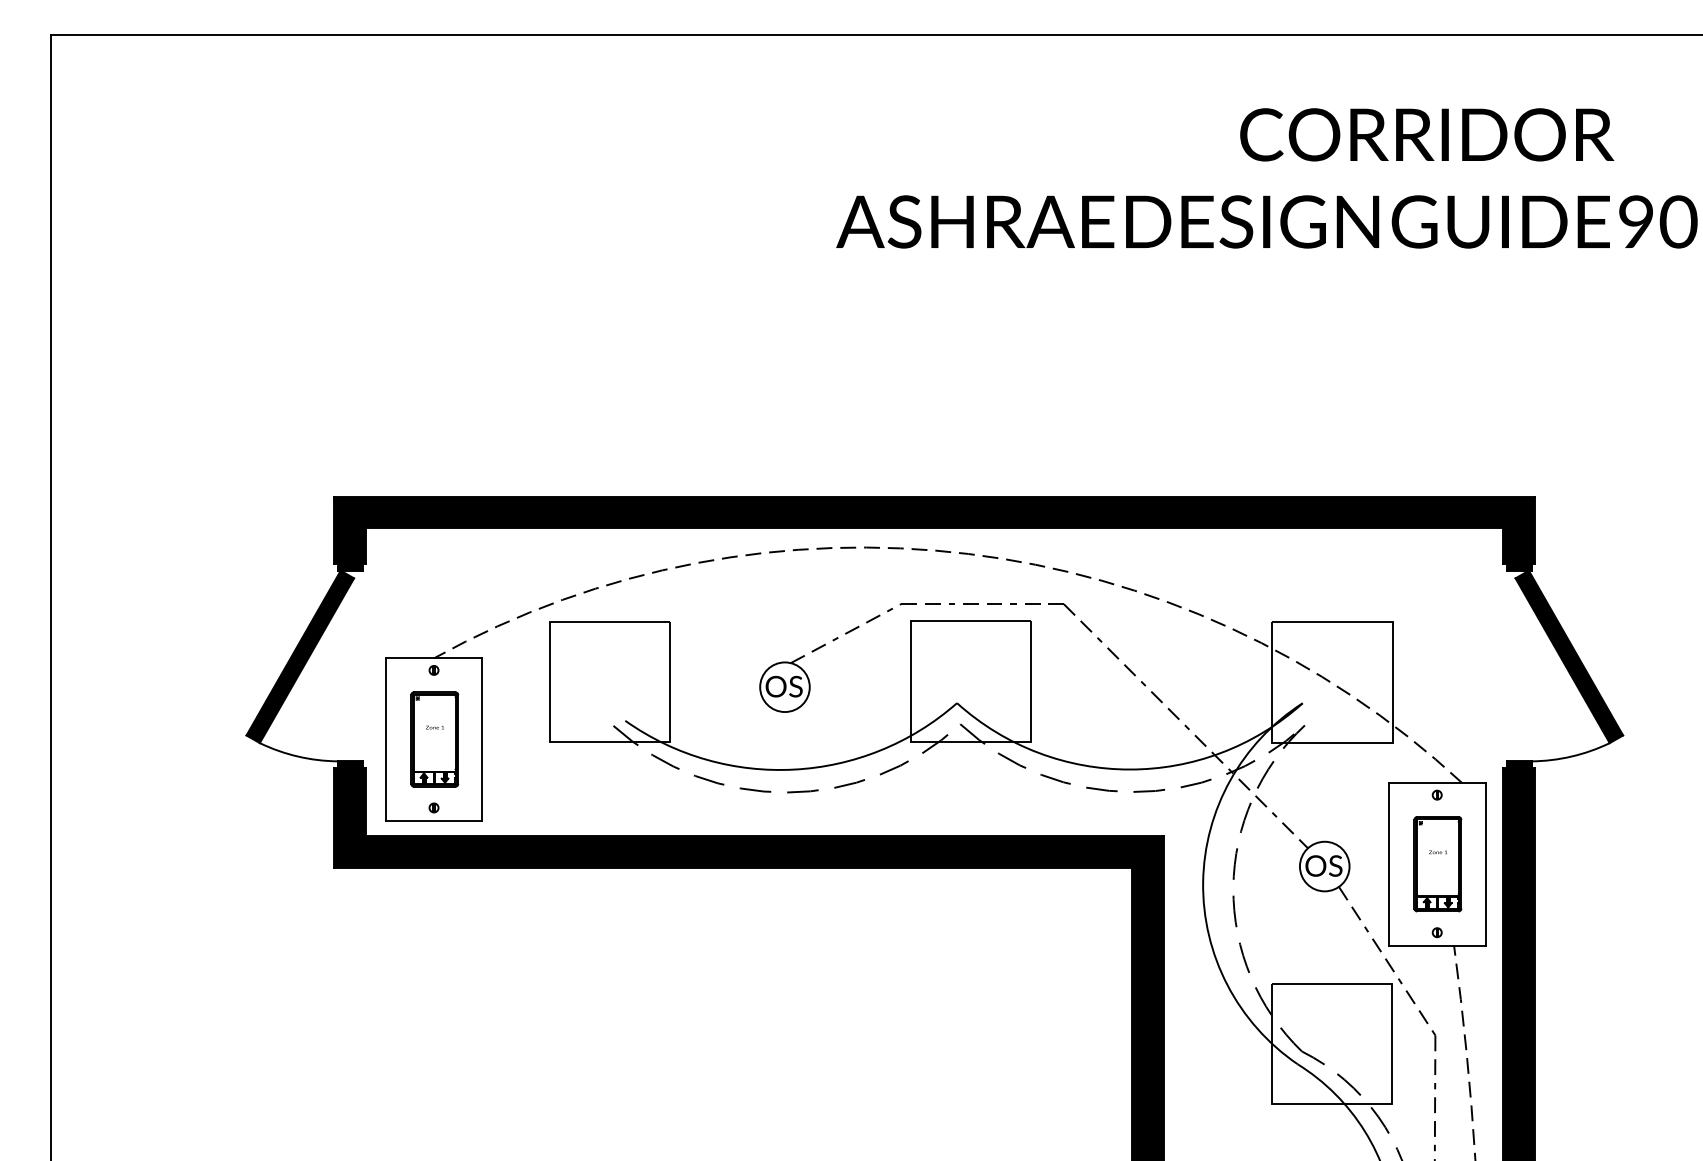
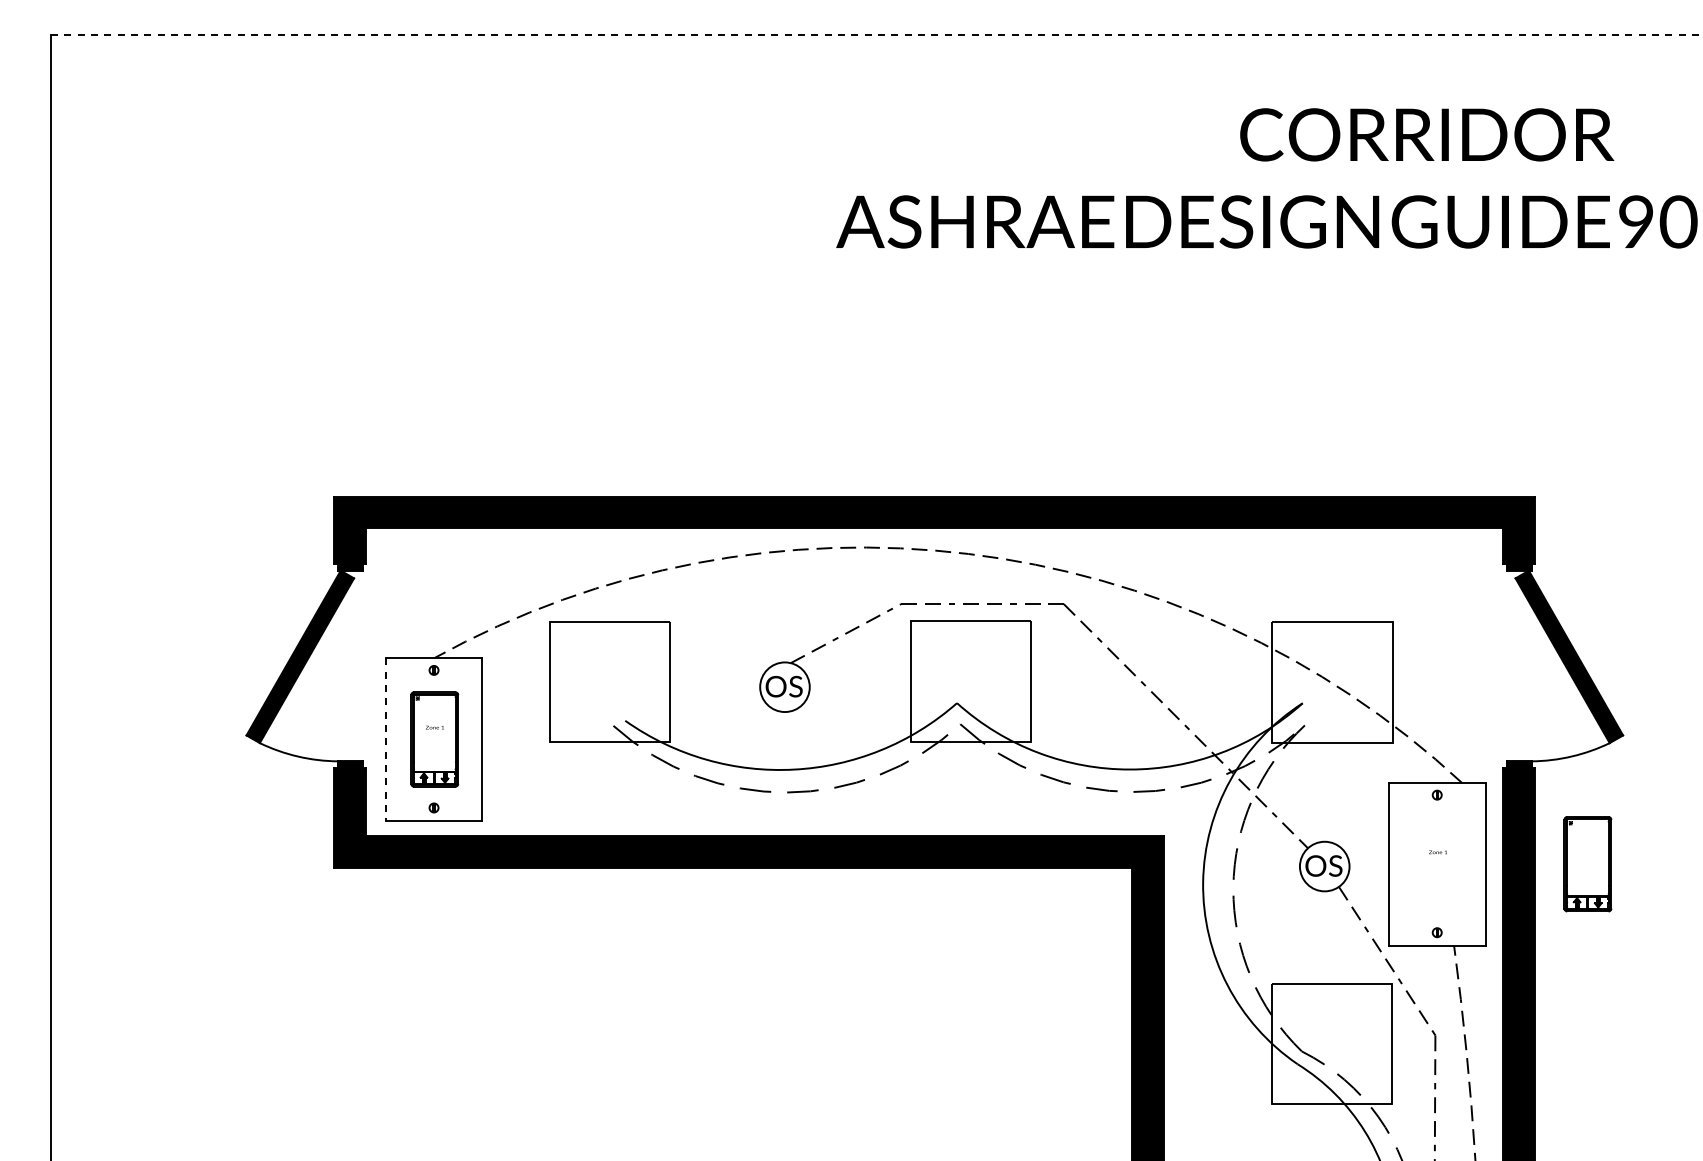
line at (876, 34): solid -> dashed
line at (385, 740): solid -> dashed
part at (1437, 864) position: (1437, 864) -> (1587, 864)
